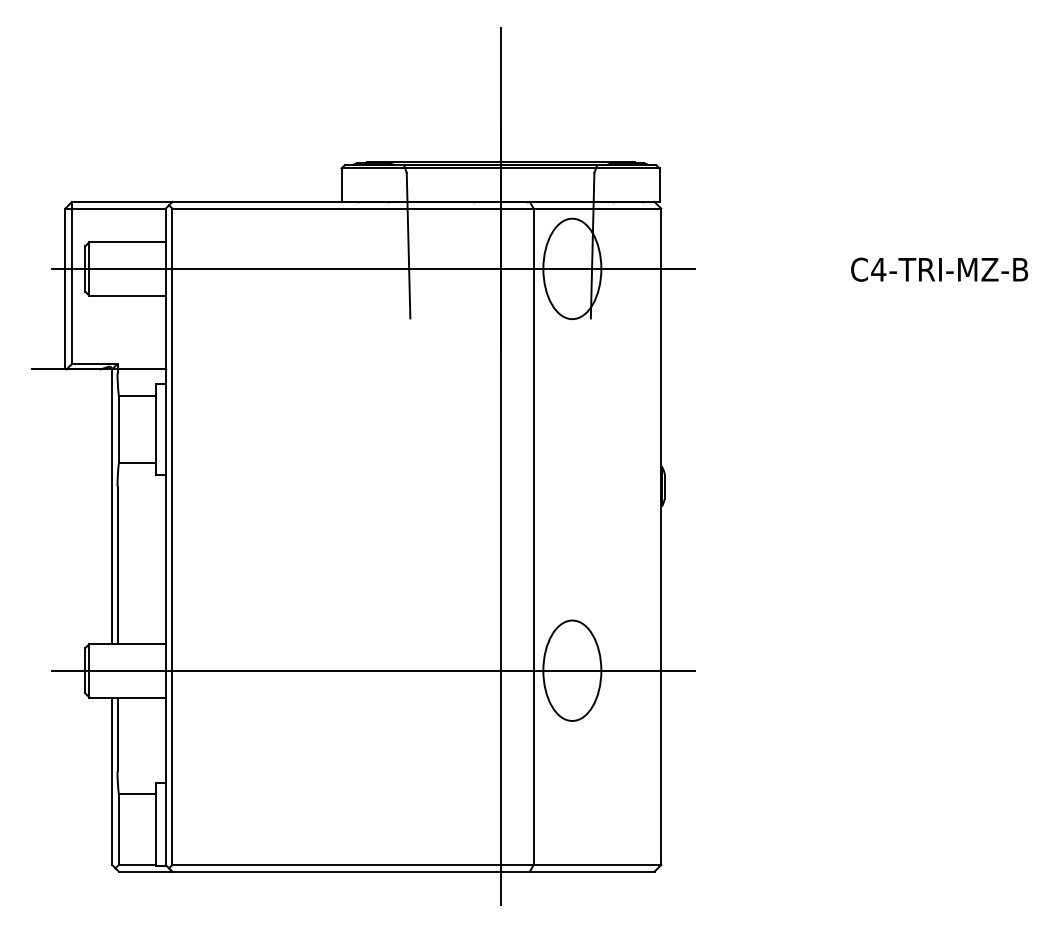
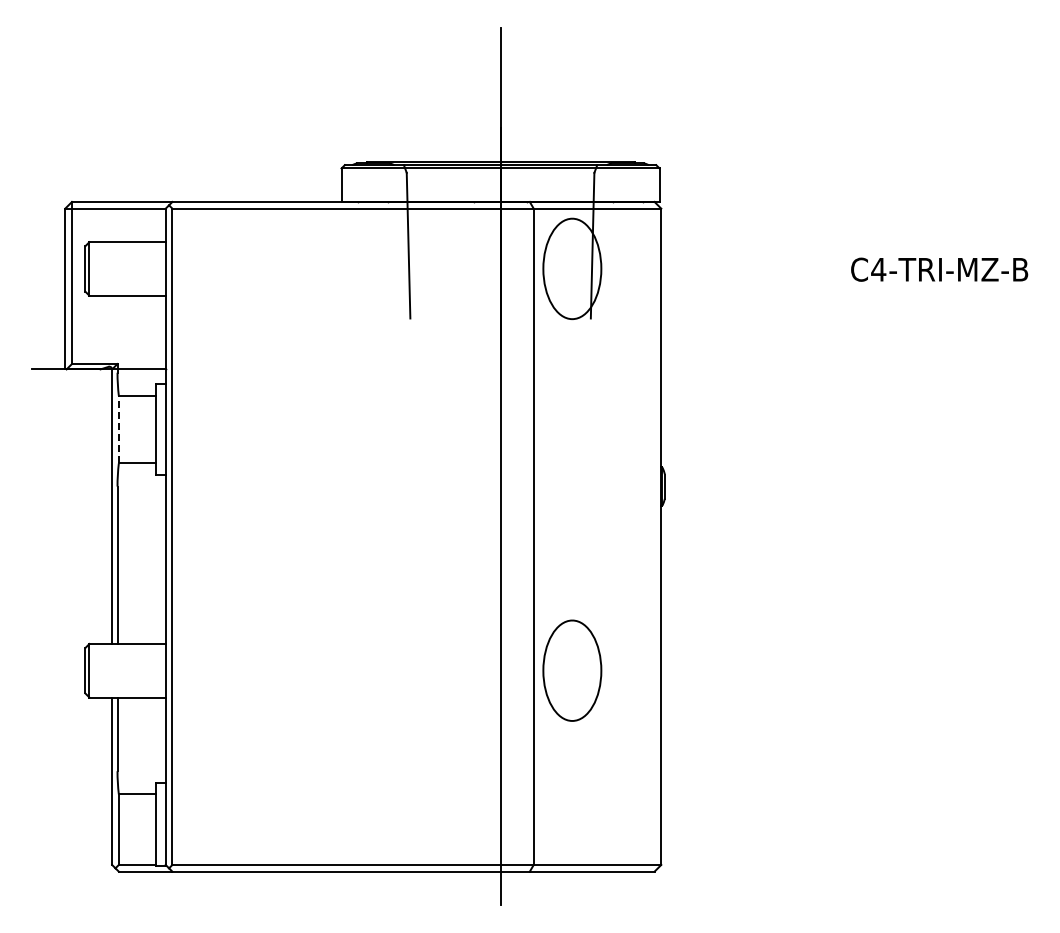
line at (372, 268): present -> none
line at (118, 429): solid -> dashed
line at (372, 670): present -> none
